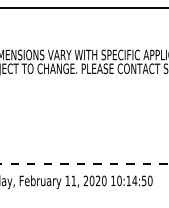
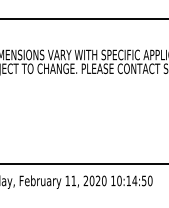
line at (83, 7) position: (83, 7) -> (83, 18)
line at (84, 163): dashed -> solid
